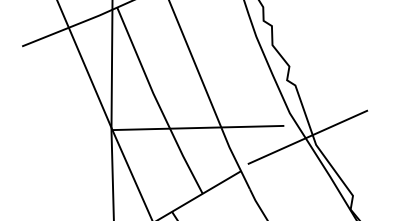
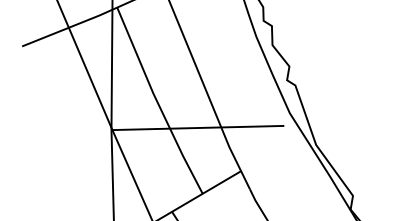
line at (307, 136): present -> none
